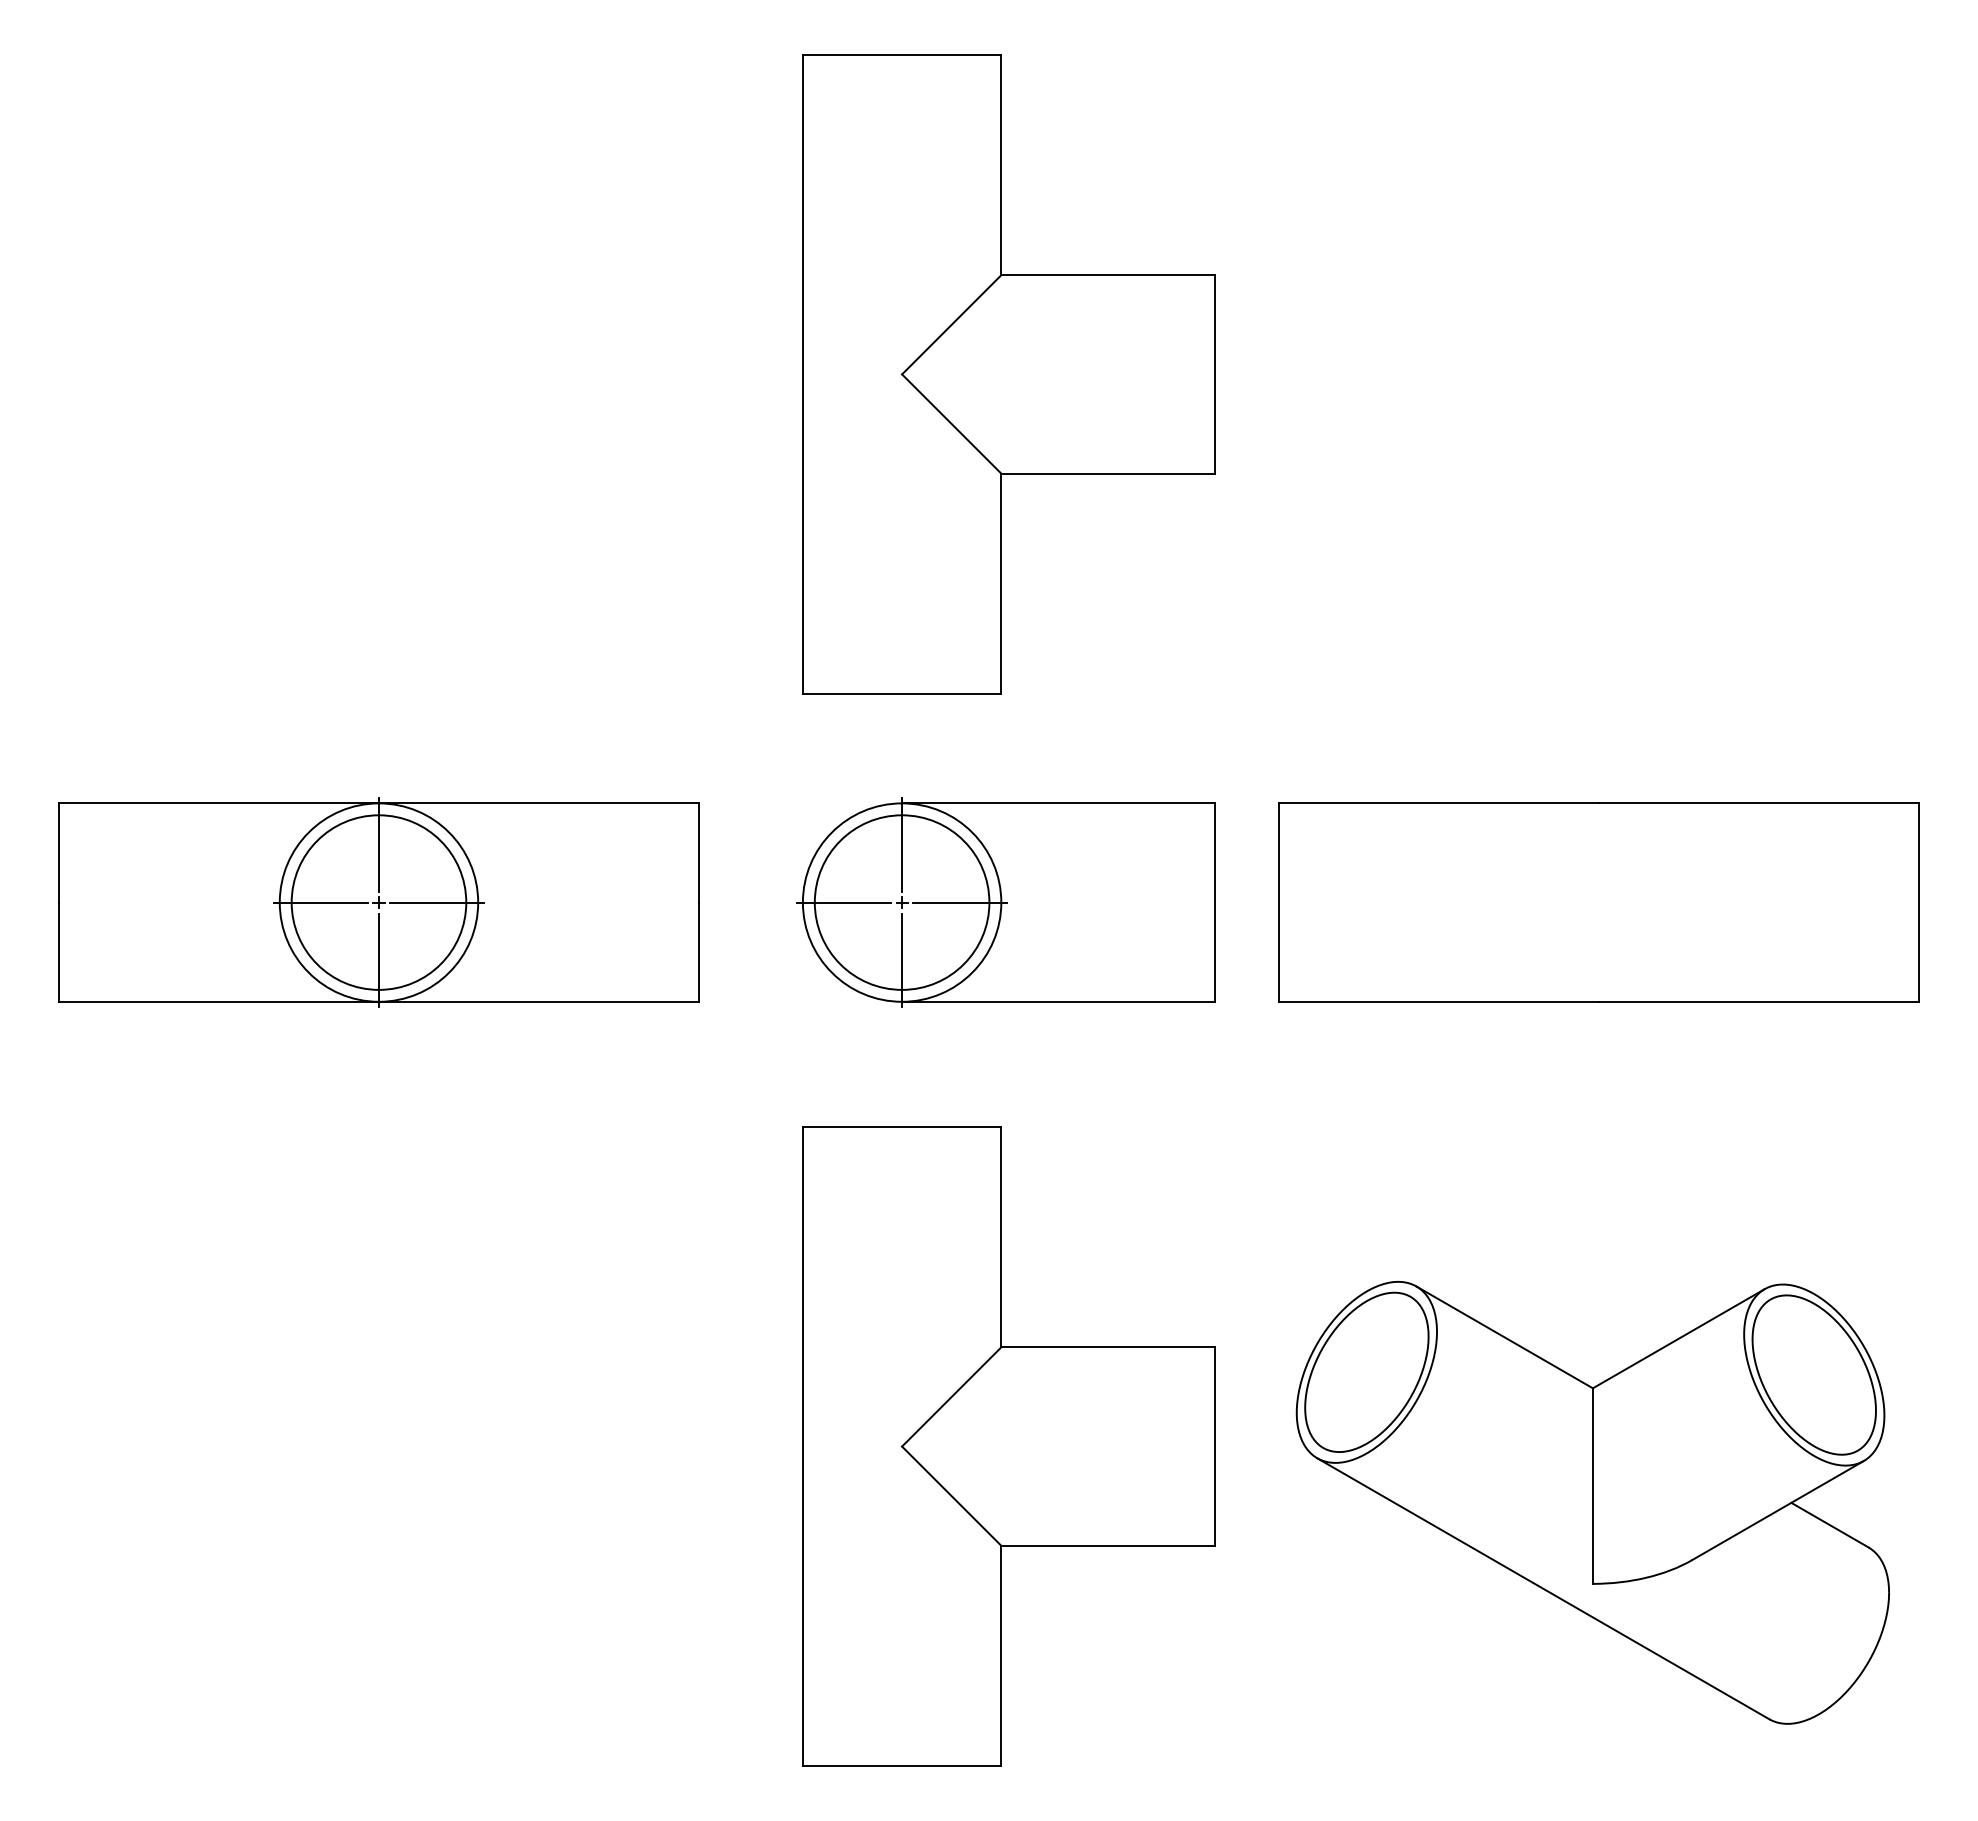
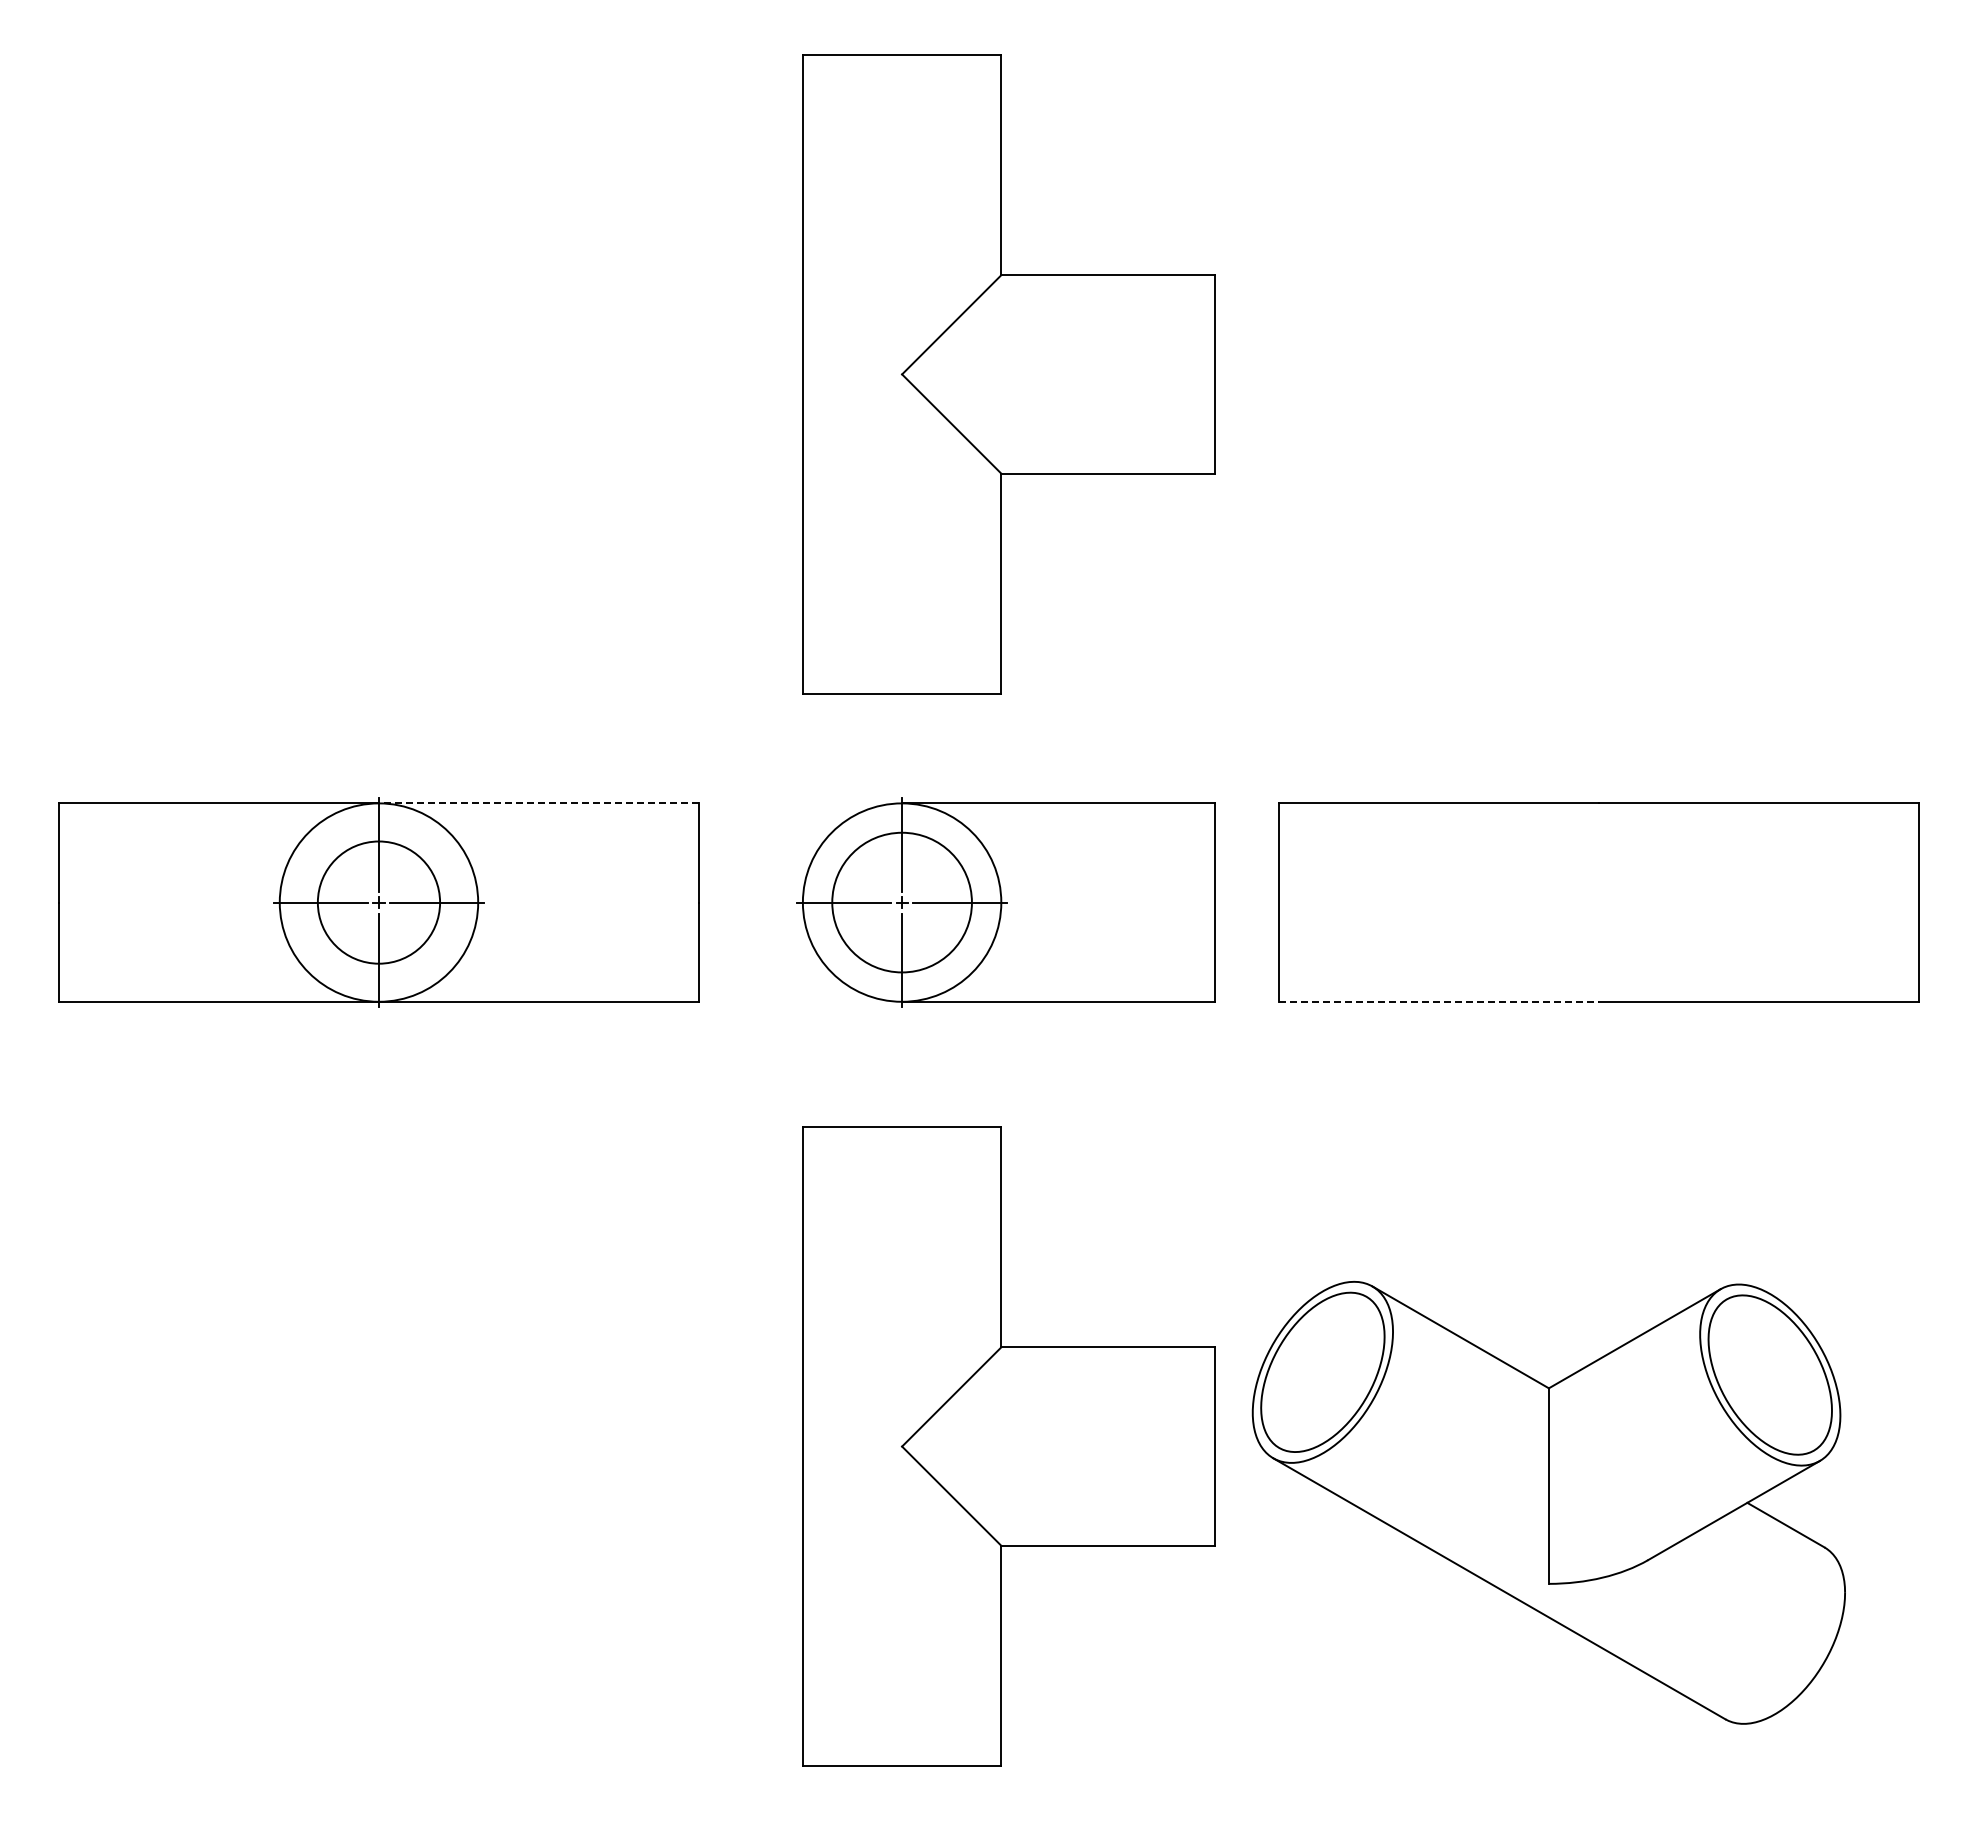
line at (538, 803): solid -> dashed
circle at (378, 902) diameter: 175 px -> 122 px
circle at (901, 902) diameter: 175 px -> 140 px
line at (1439, 1001): solid -> dashed
part at (1592, 1502) position: (1592, 1502) -> (1548, 1502)
